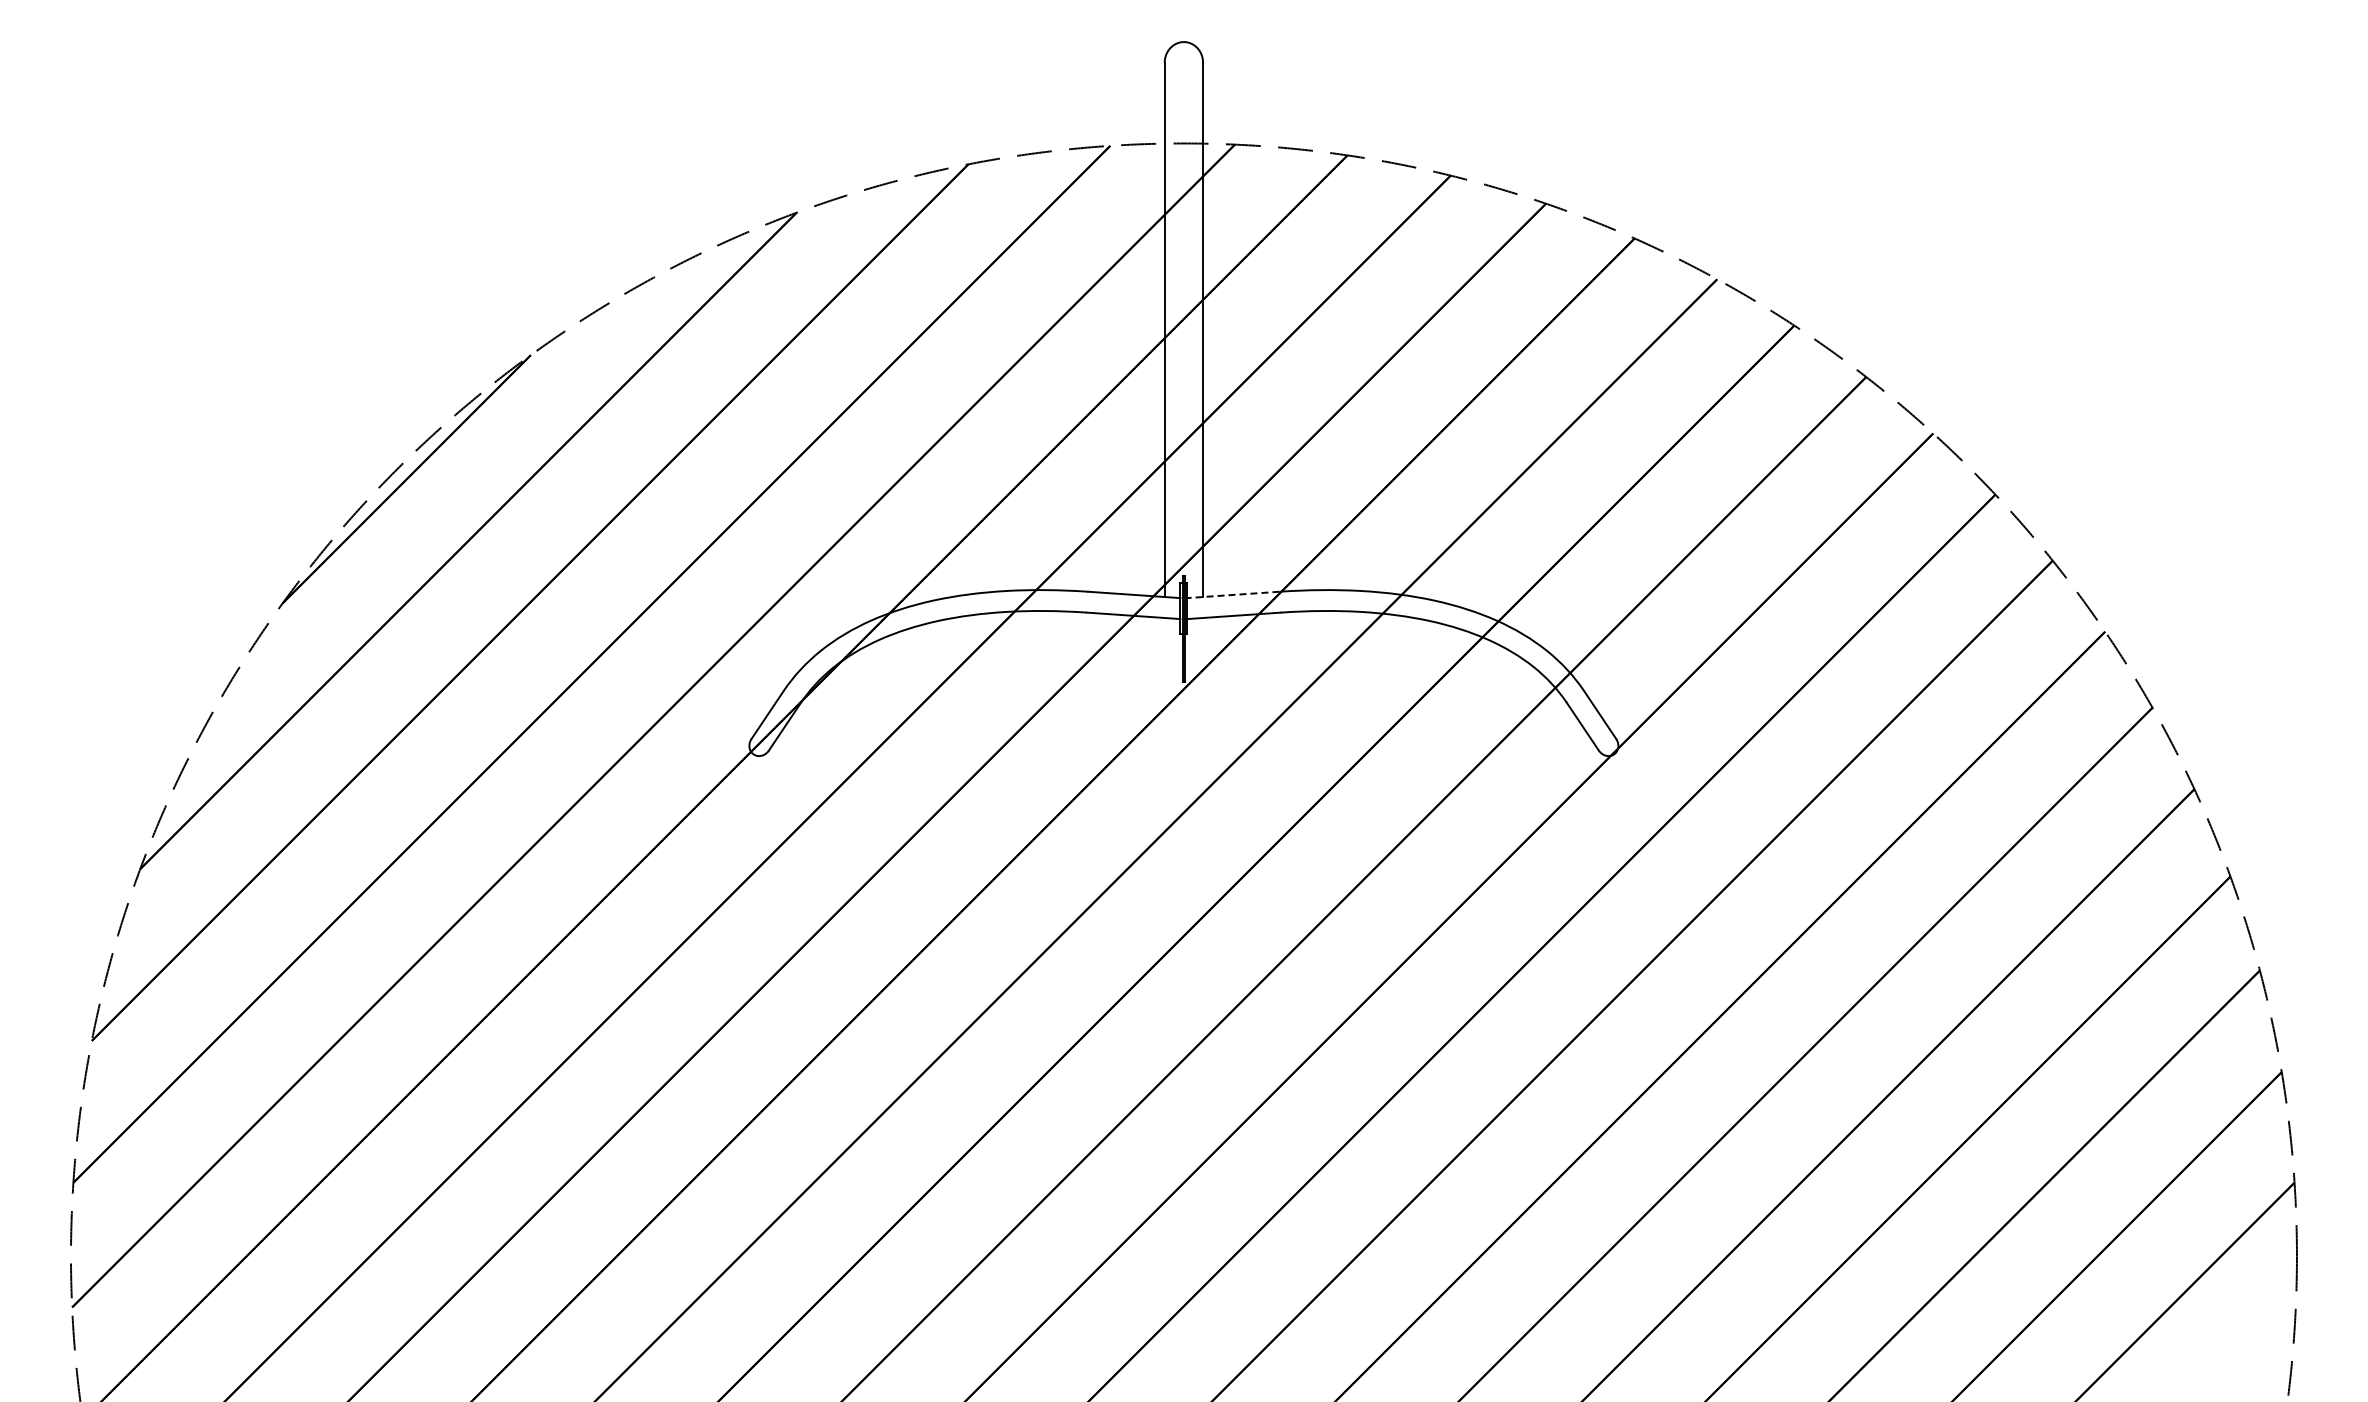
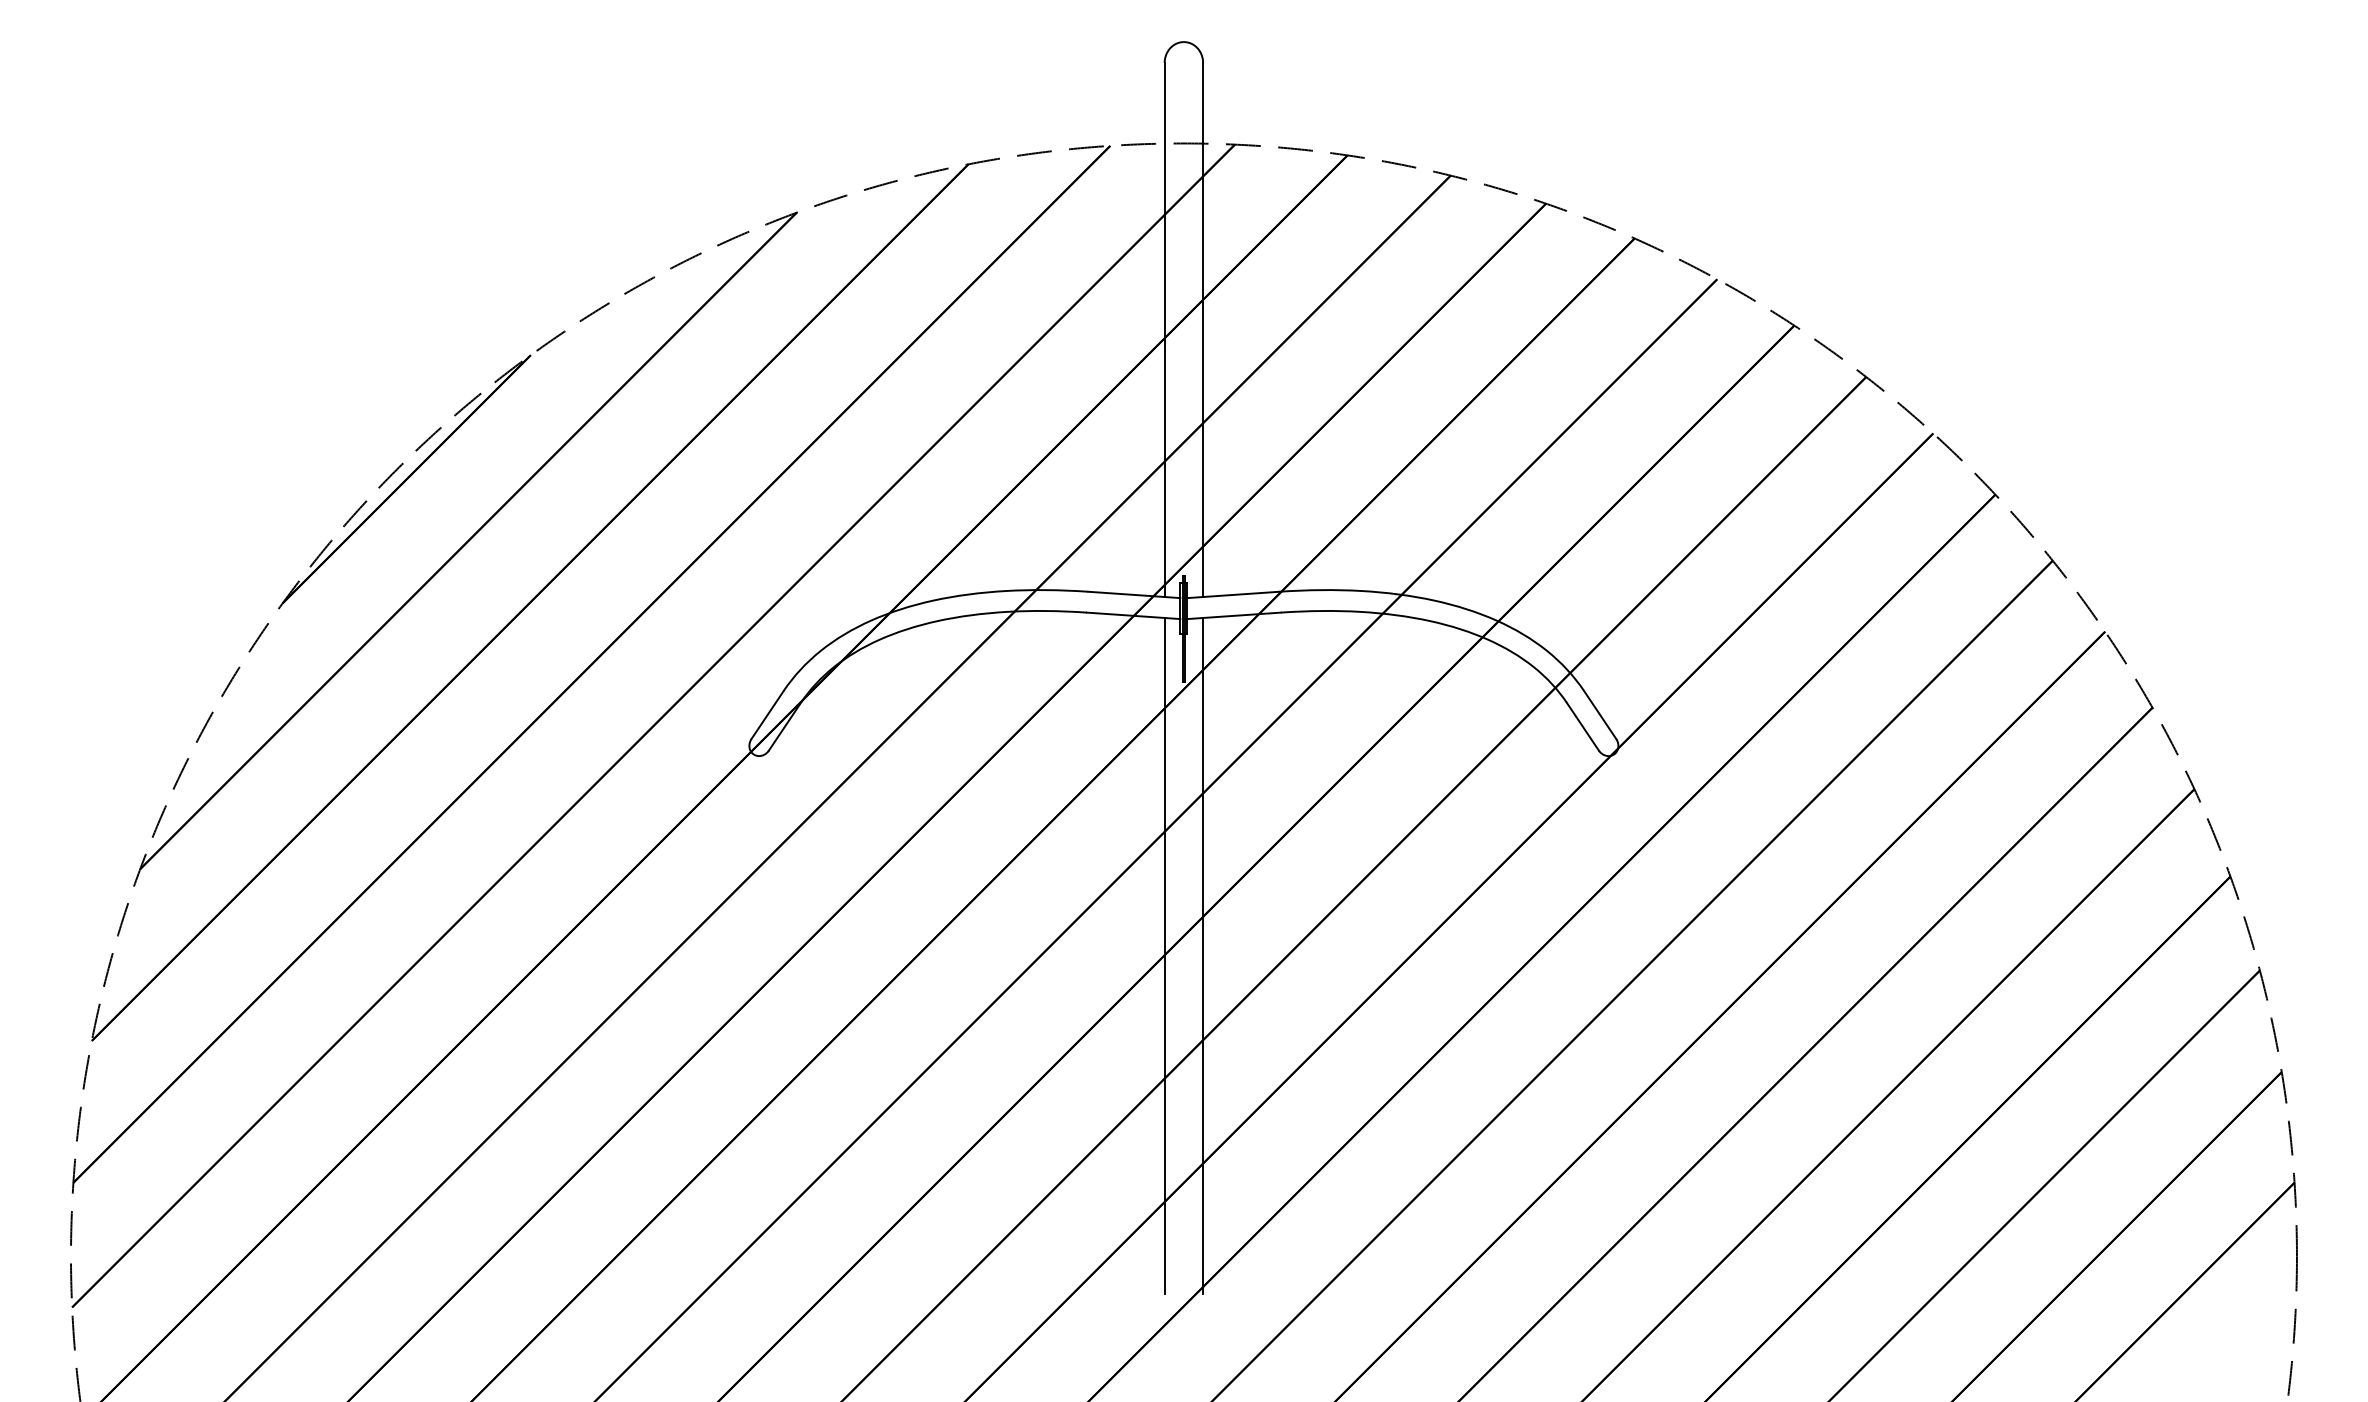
line at (1232, 594): dashed -> solid
line at (1164, 955): none -> present
line at (1203, 955): none -> present
